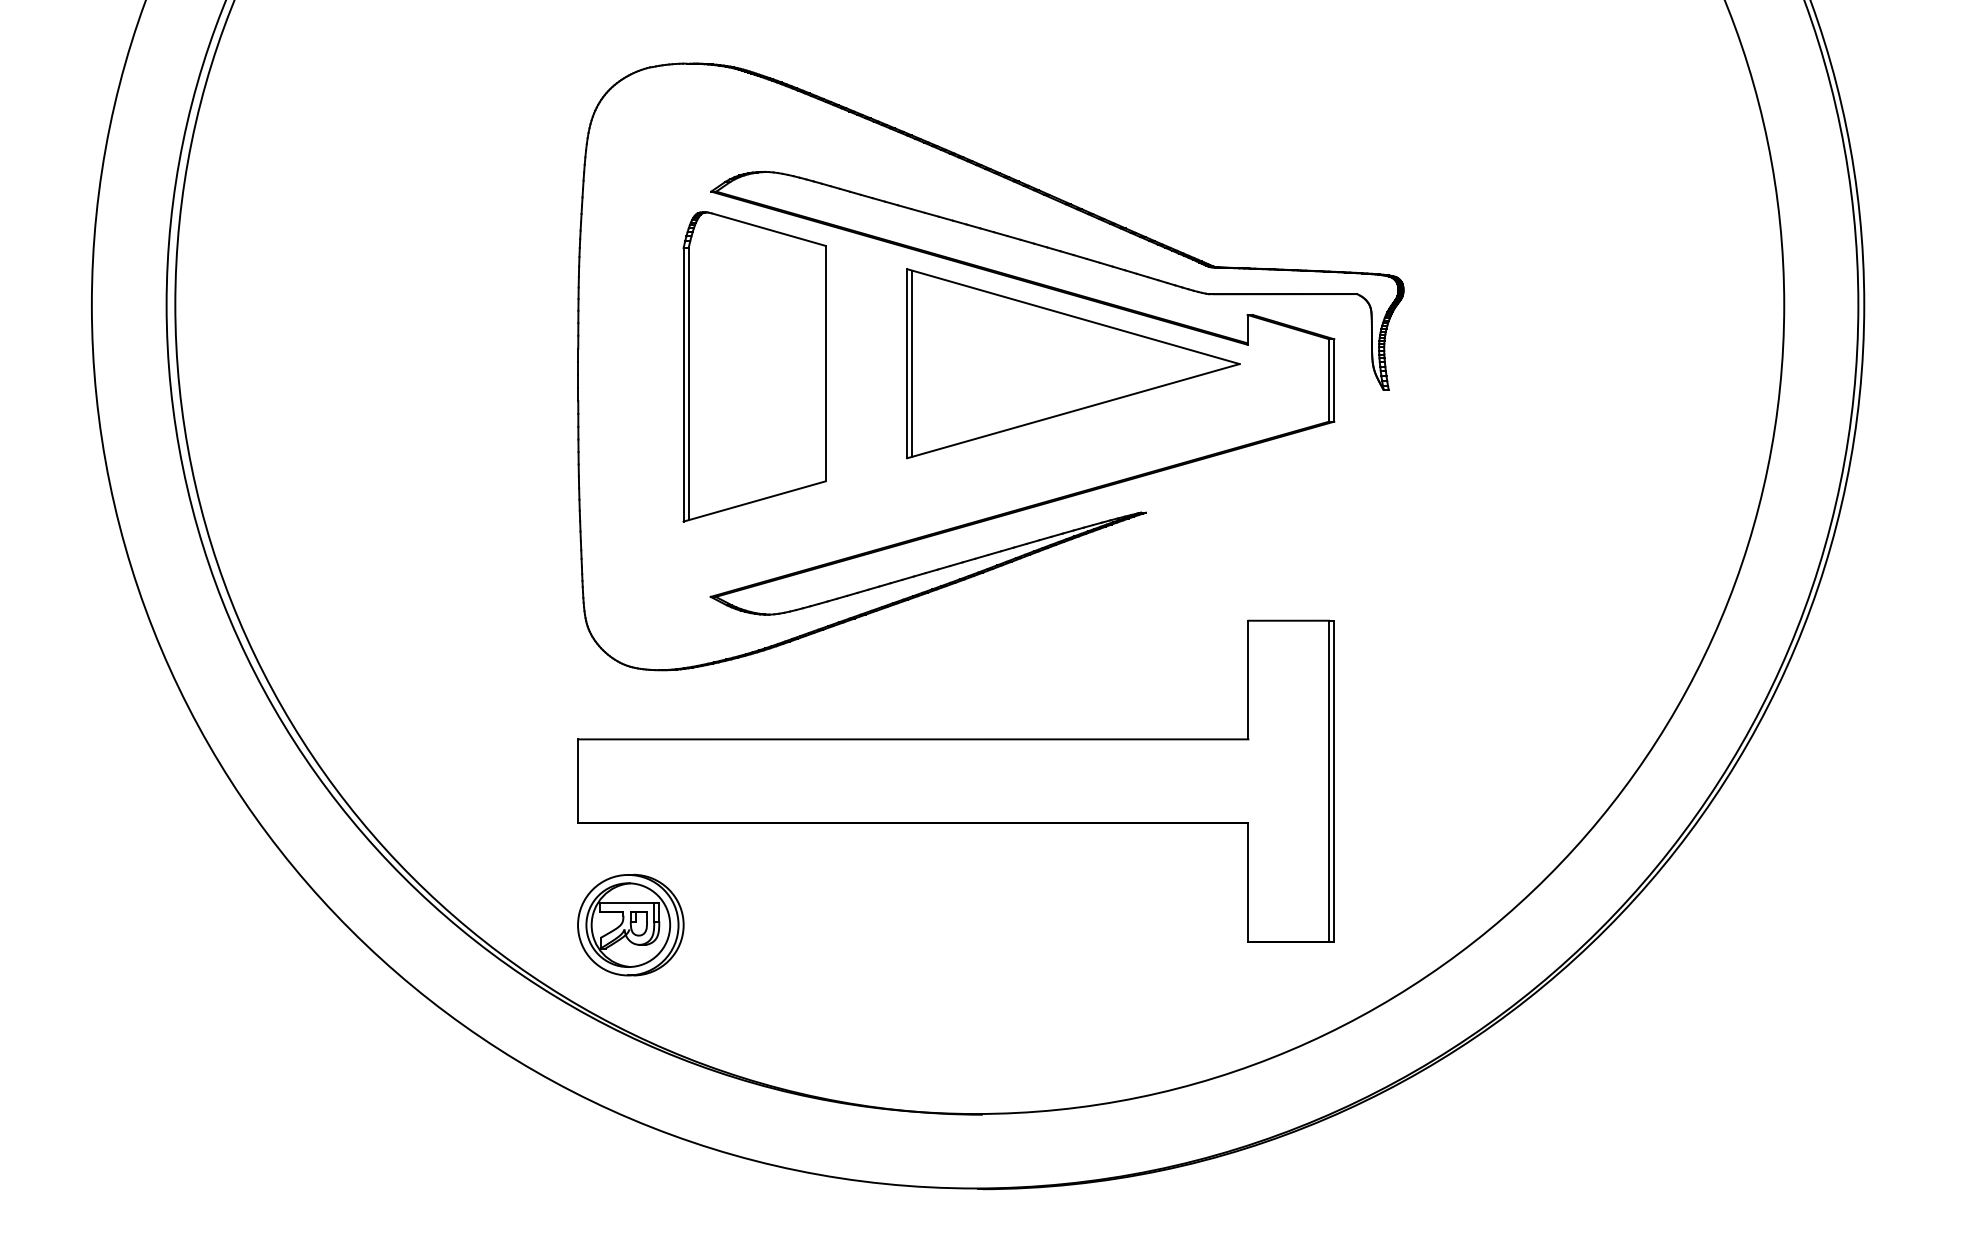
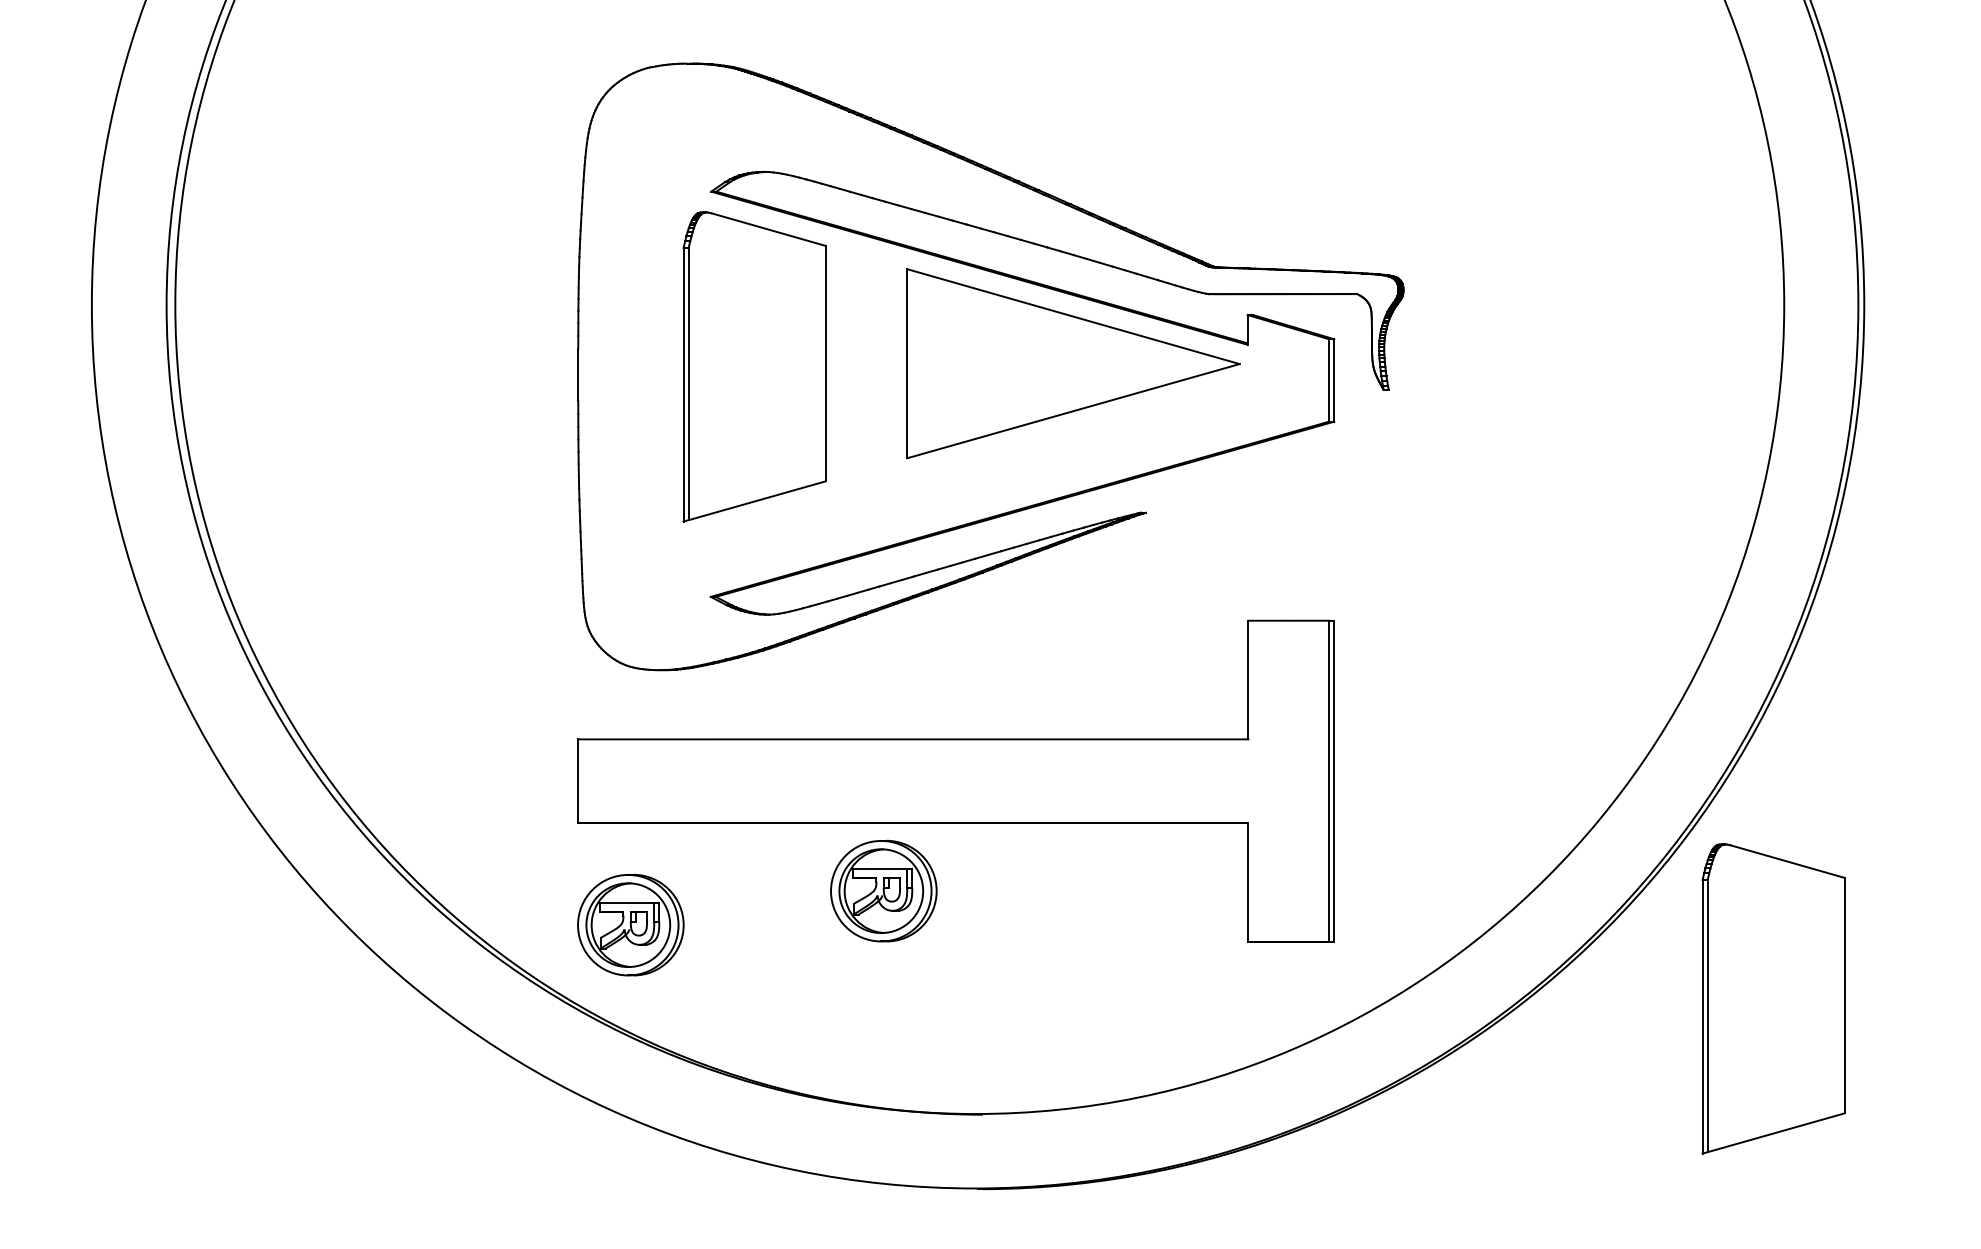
line at (912, 363): present -> none
part at (883, 890): none -> present
part at (1773, 998): none -> present
